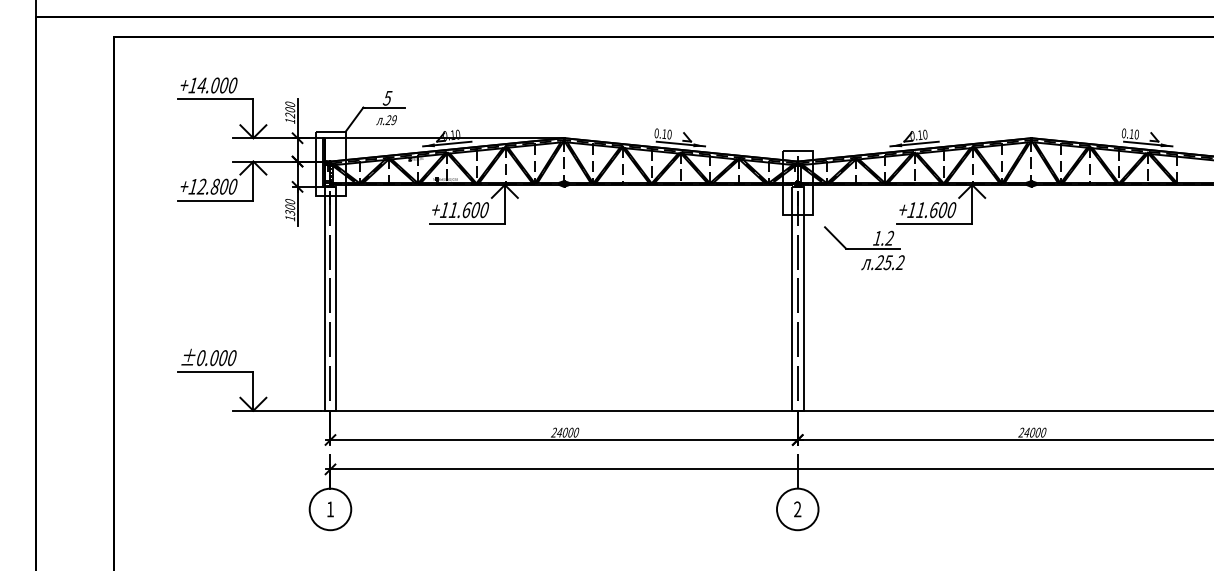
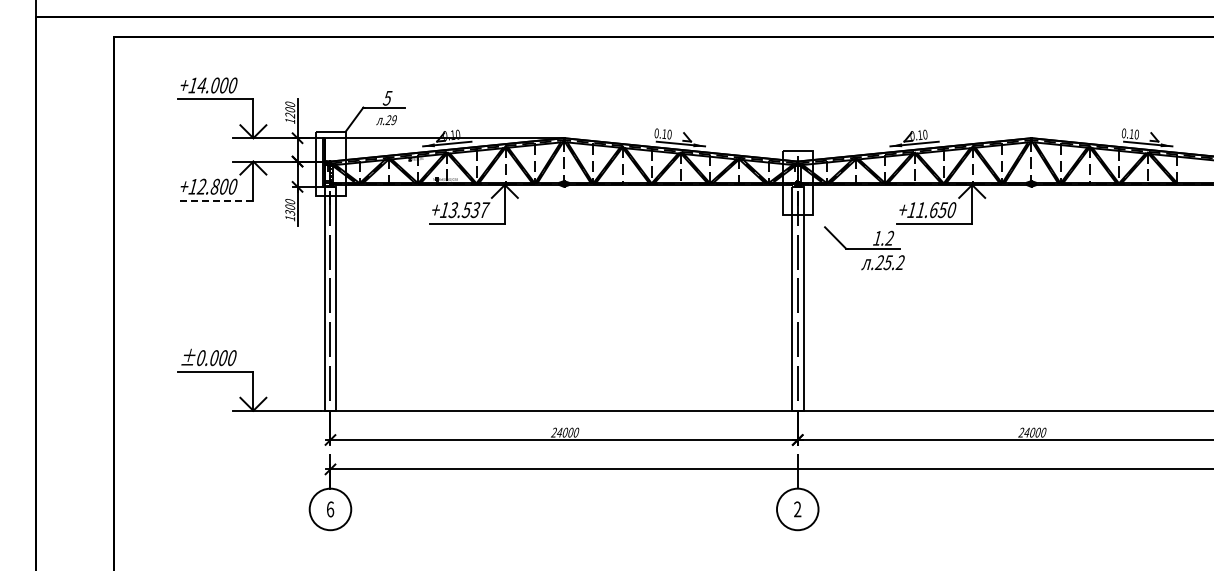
line at (215, 200): solid -> dashed
text at (942, 209): +11.600 -> +11.650
text at (469, 210): +11.600 -> +13.537
text at (330, 509): 1 -> 6
